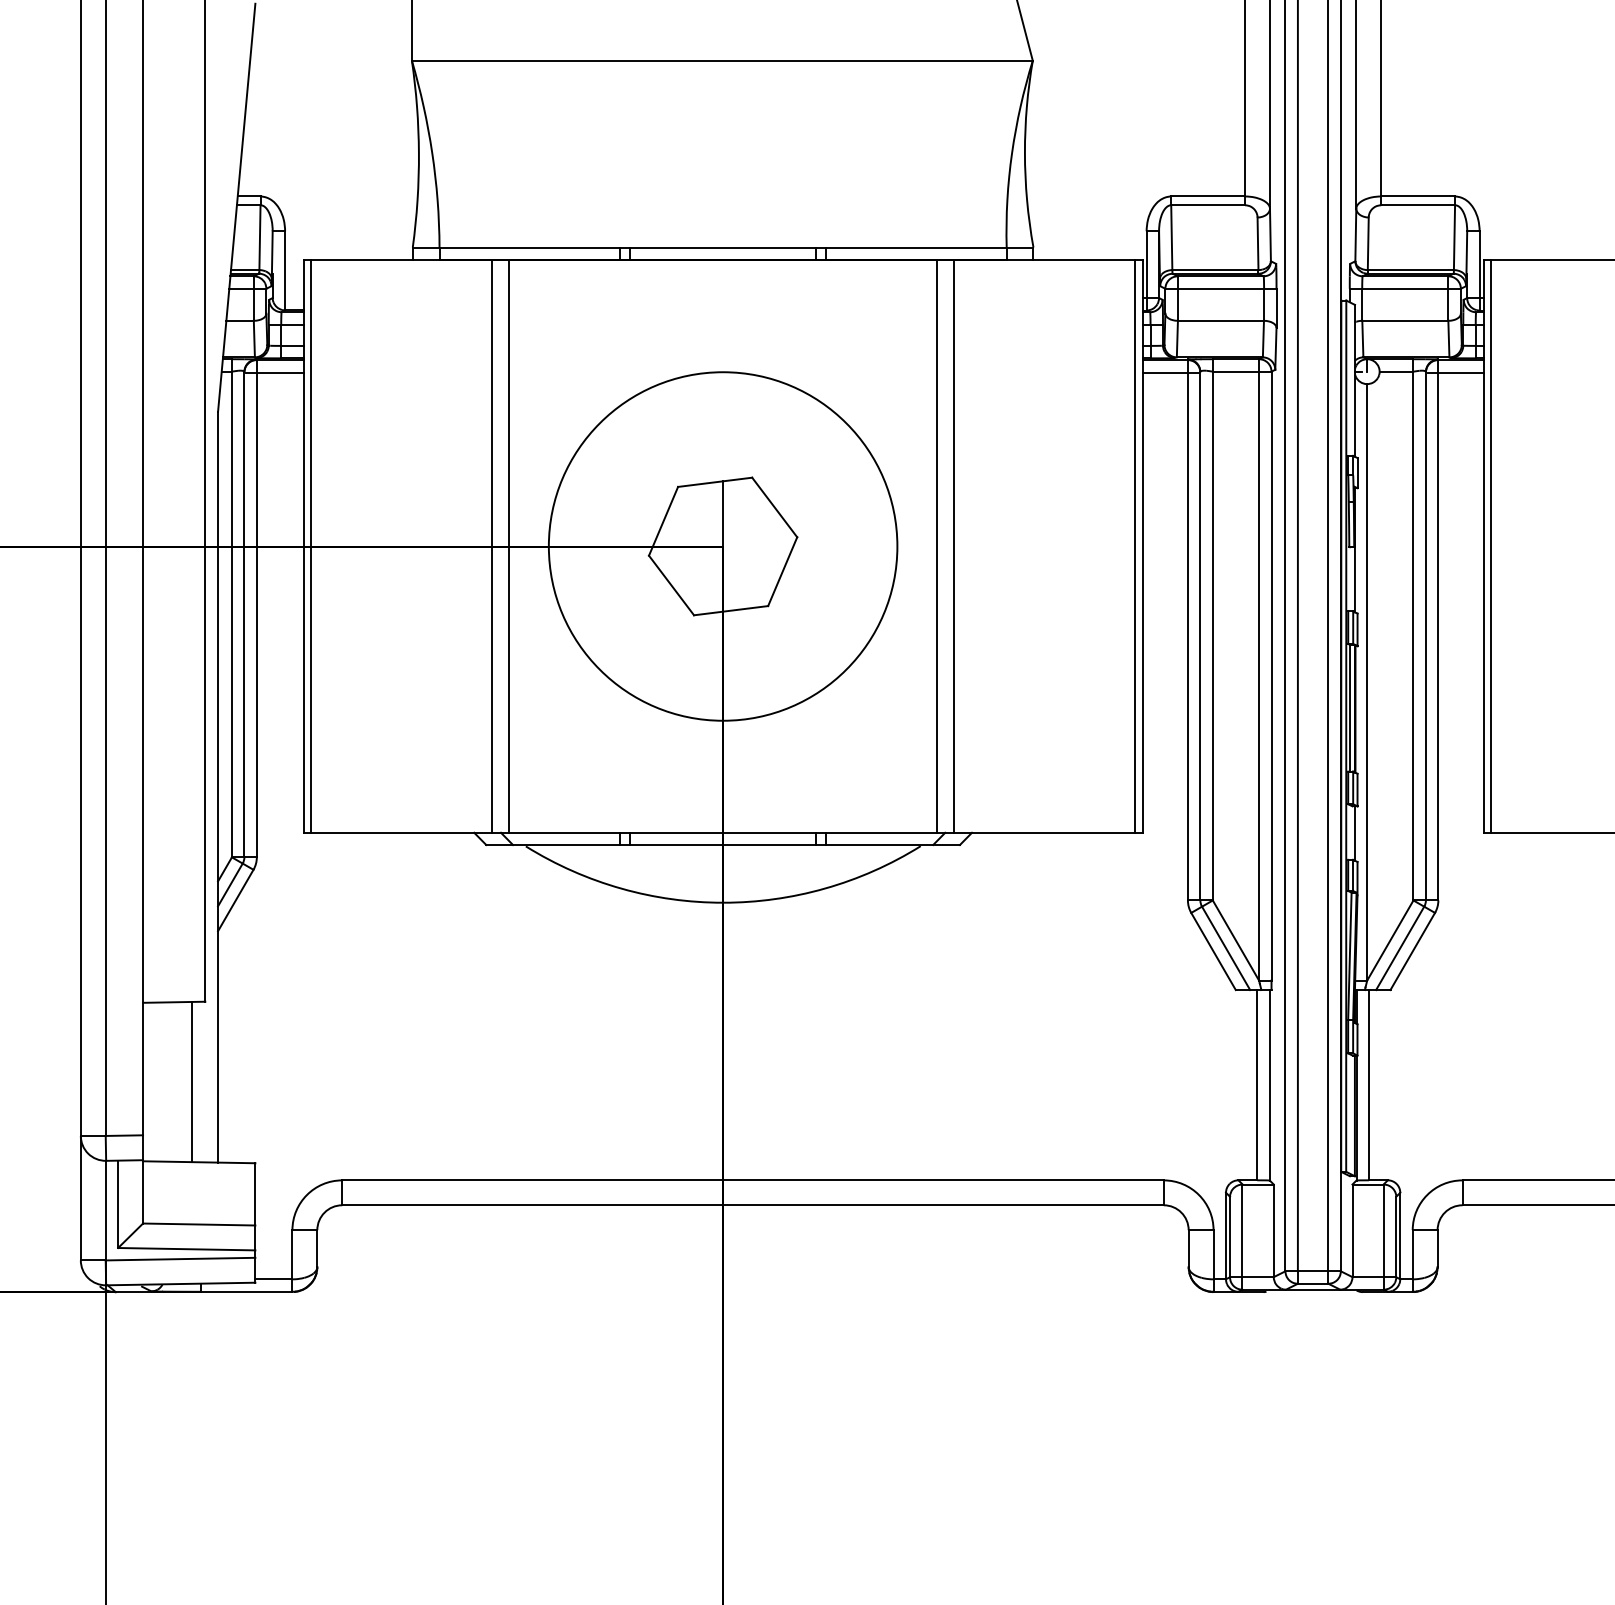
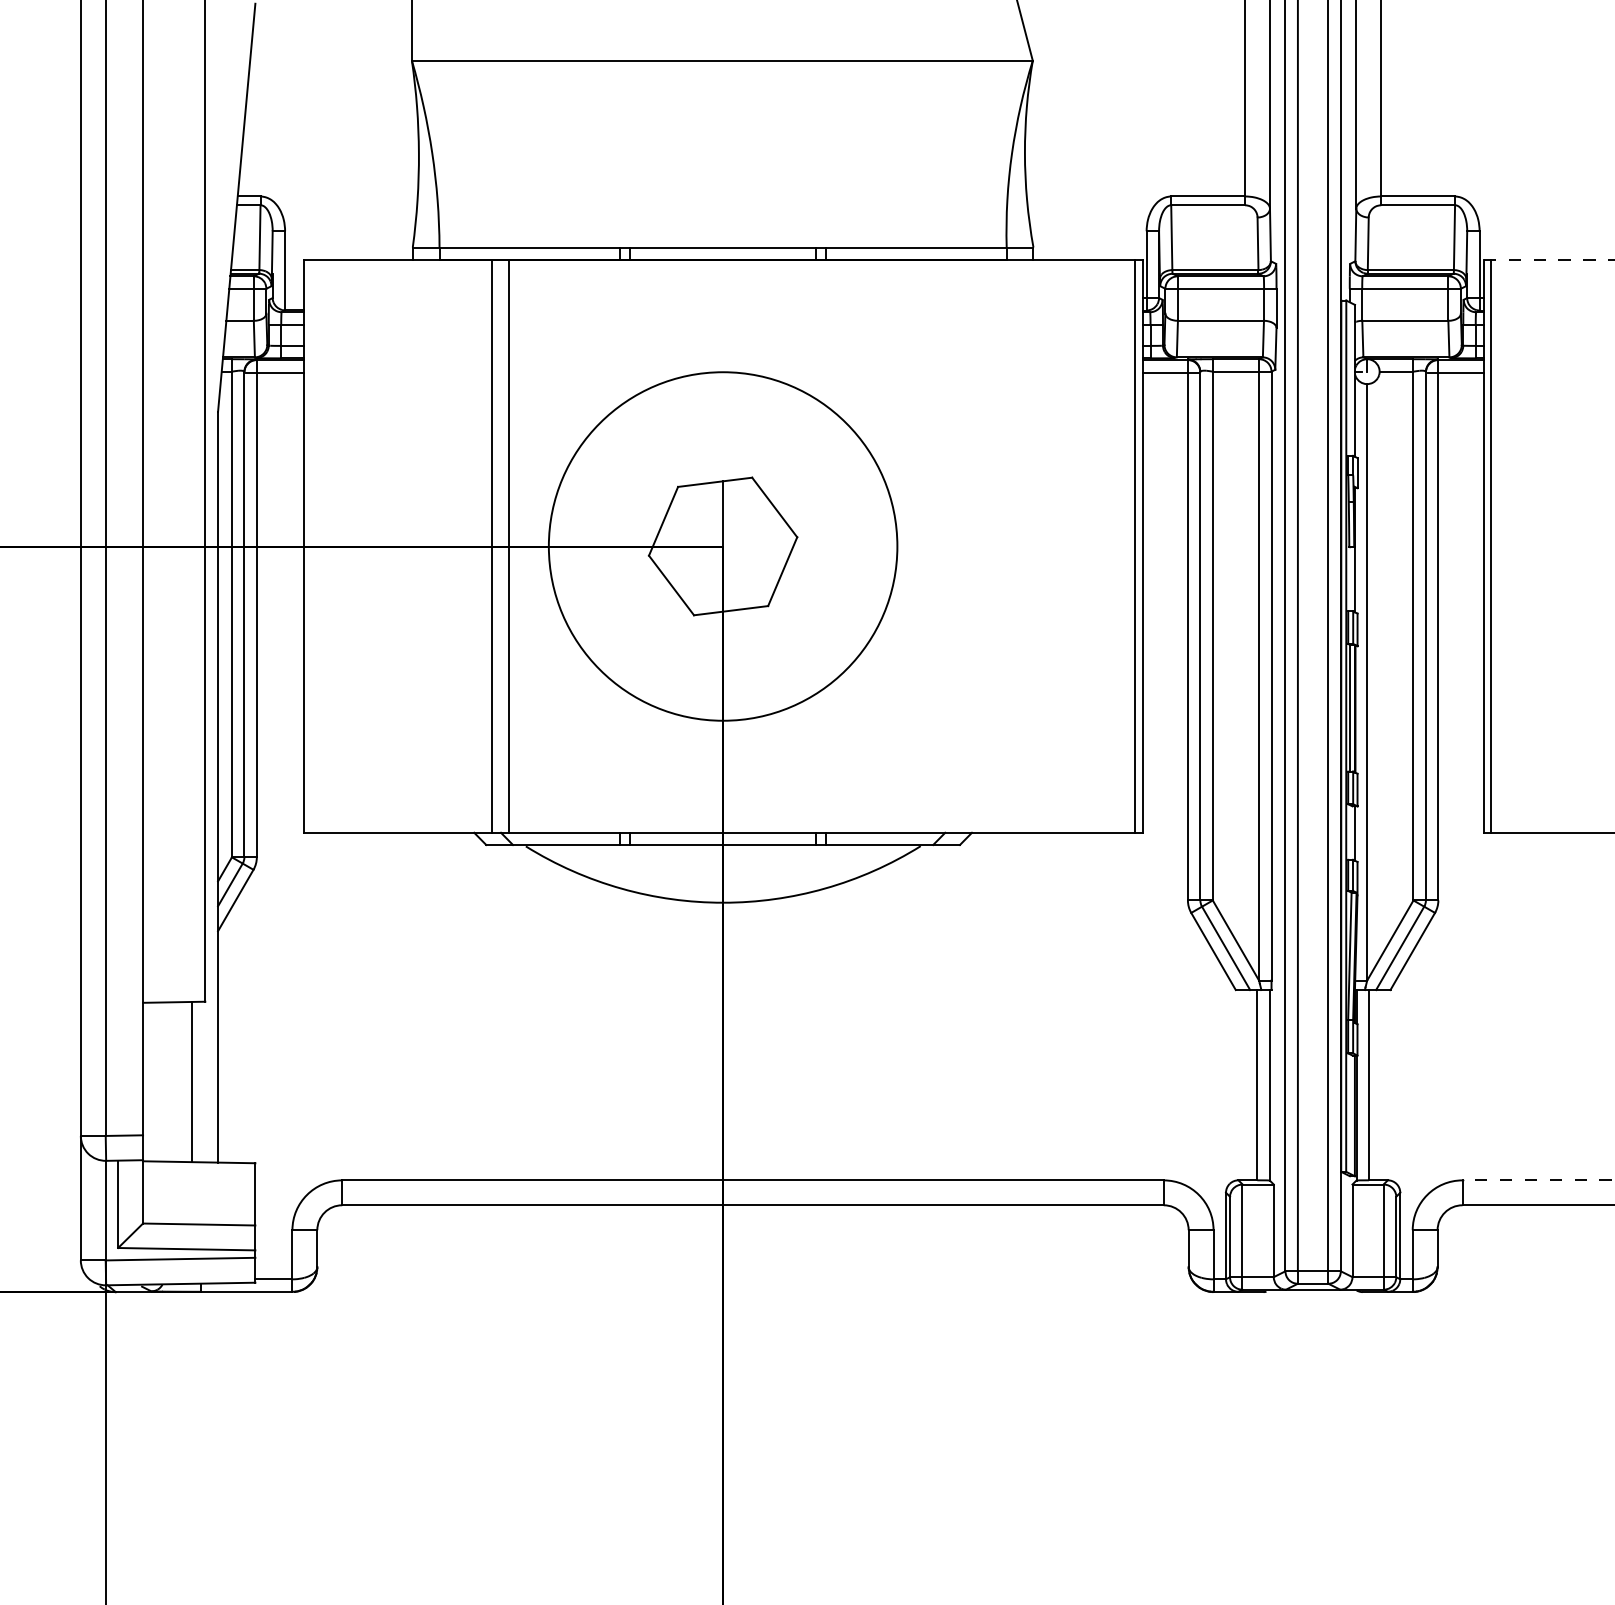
line at (1549, 260): solid -> dashed
line at (310, 546): present -> none
line at (936, 546): present -> none
line at (954, 546): present -> none
line at (1538, 1180): solid -> dashed
